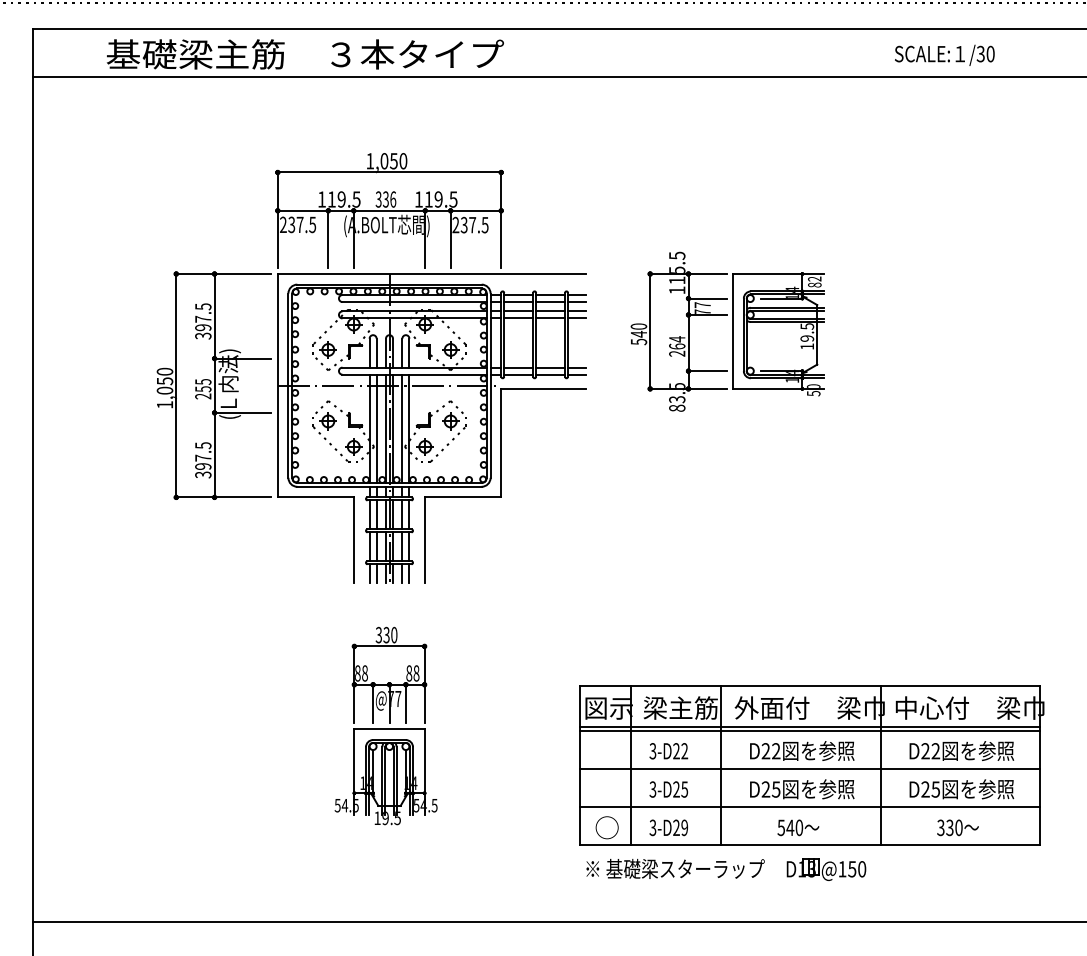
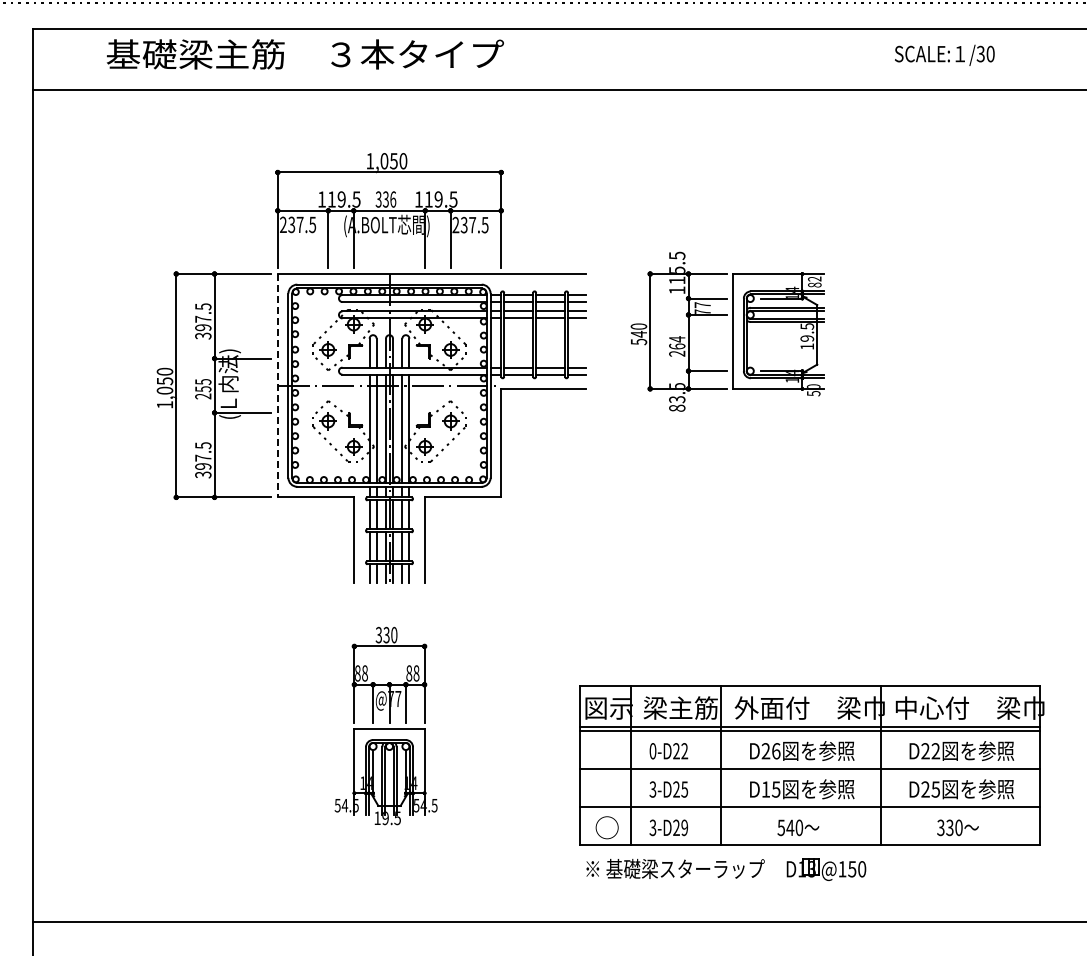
line at (557, 76) position: (557, 76) -> (557, 89)
line at (277, 385): solid -> dashed
text at (652, 751): 3-D22 -> 0-D22
text at (776, 751): D22 -> D26
text at (765, 789): D25 -> D15
